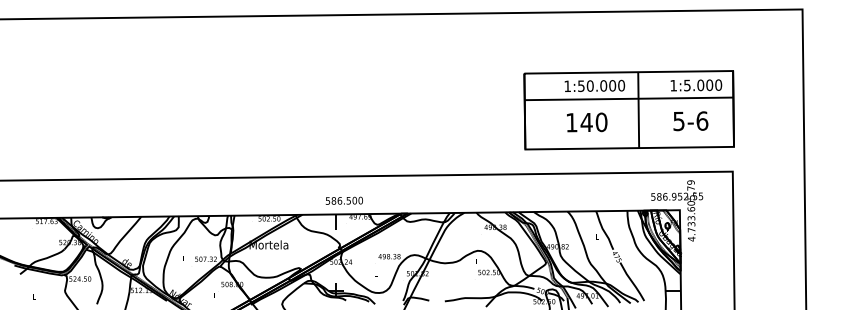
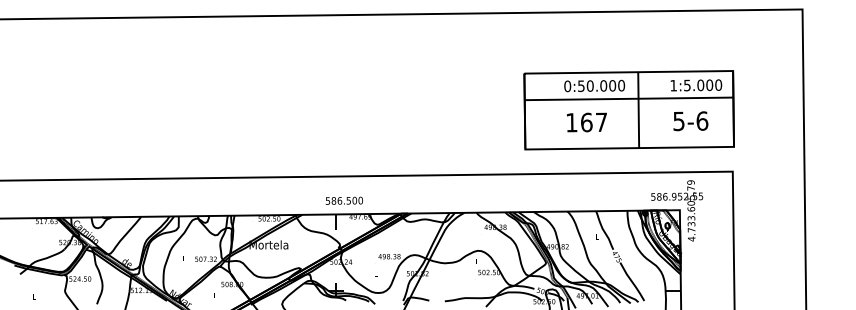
text at (567, 86): 1:50.000 -> 0:50.000
text at (593, 122): 140 -> 167
